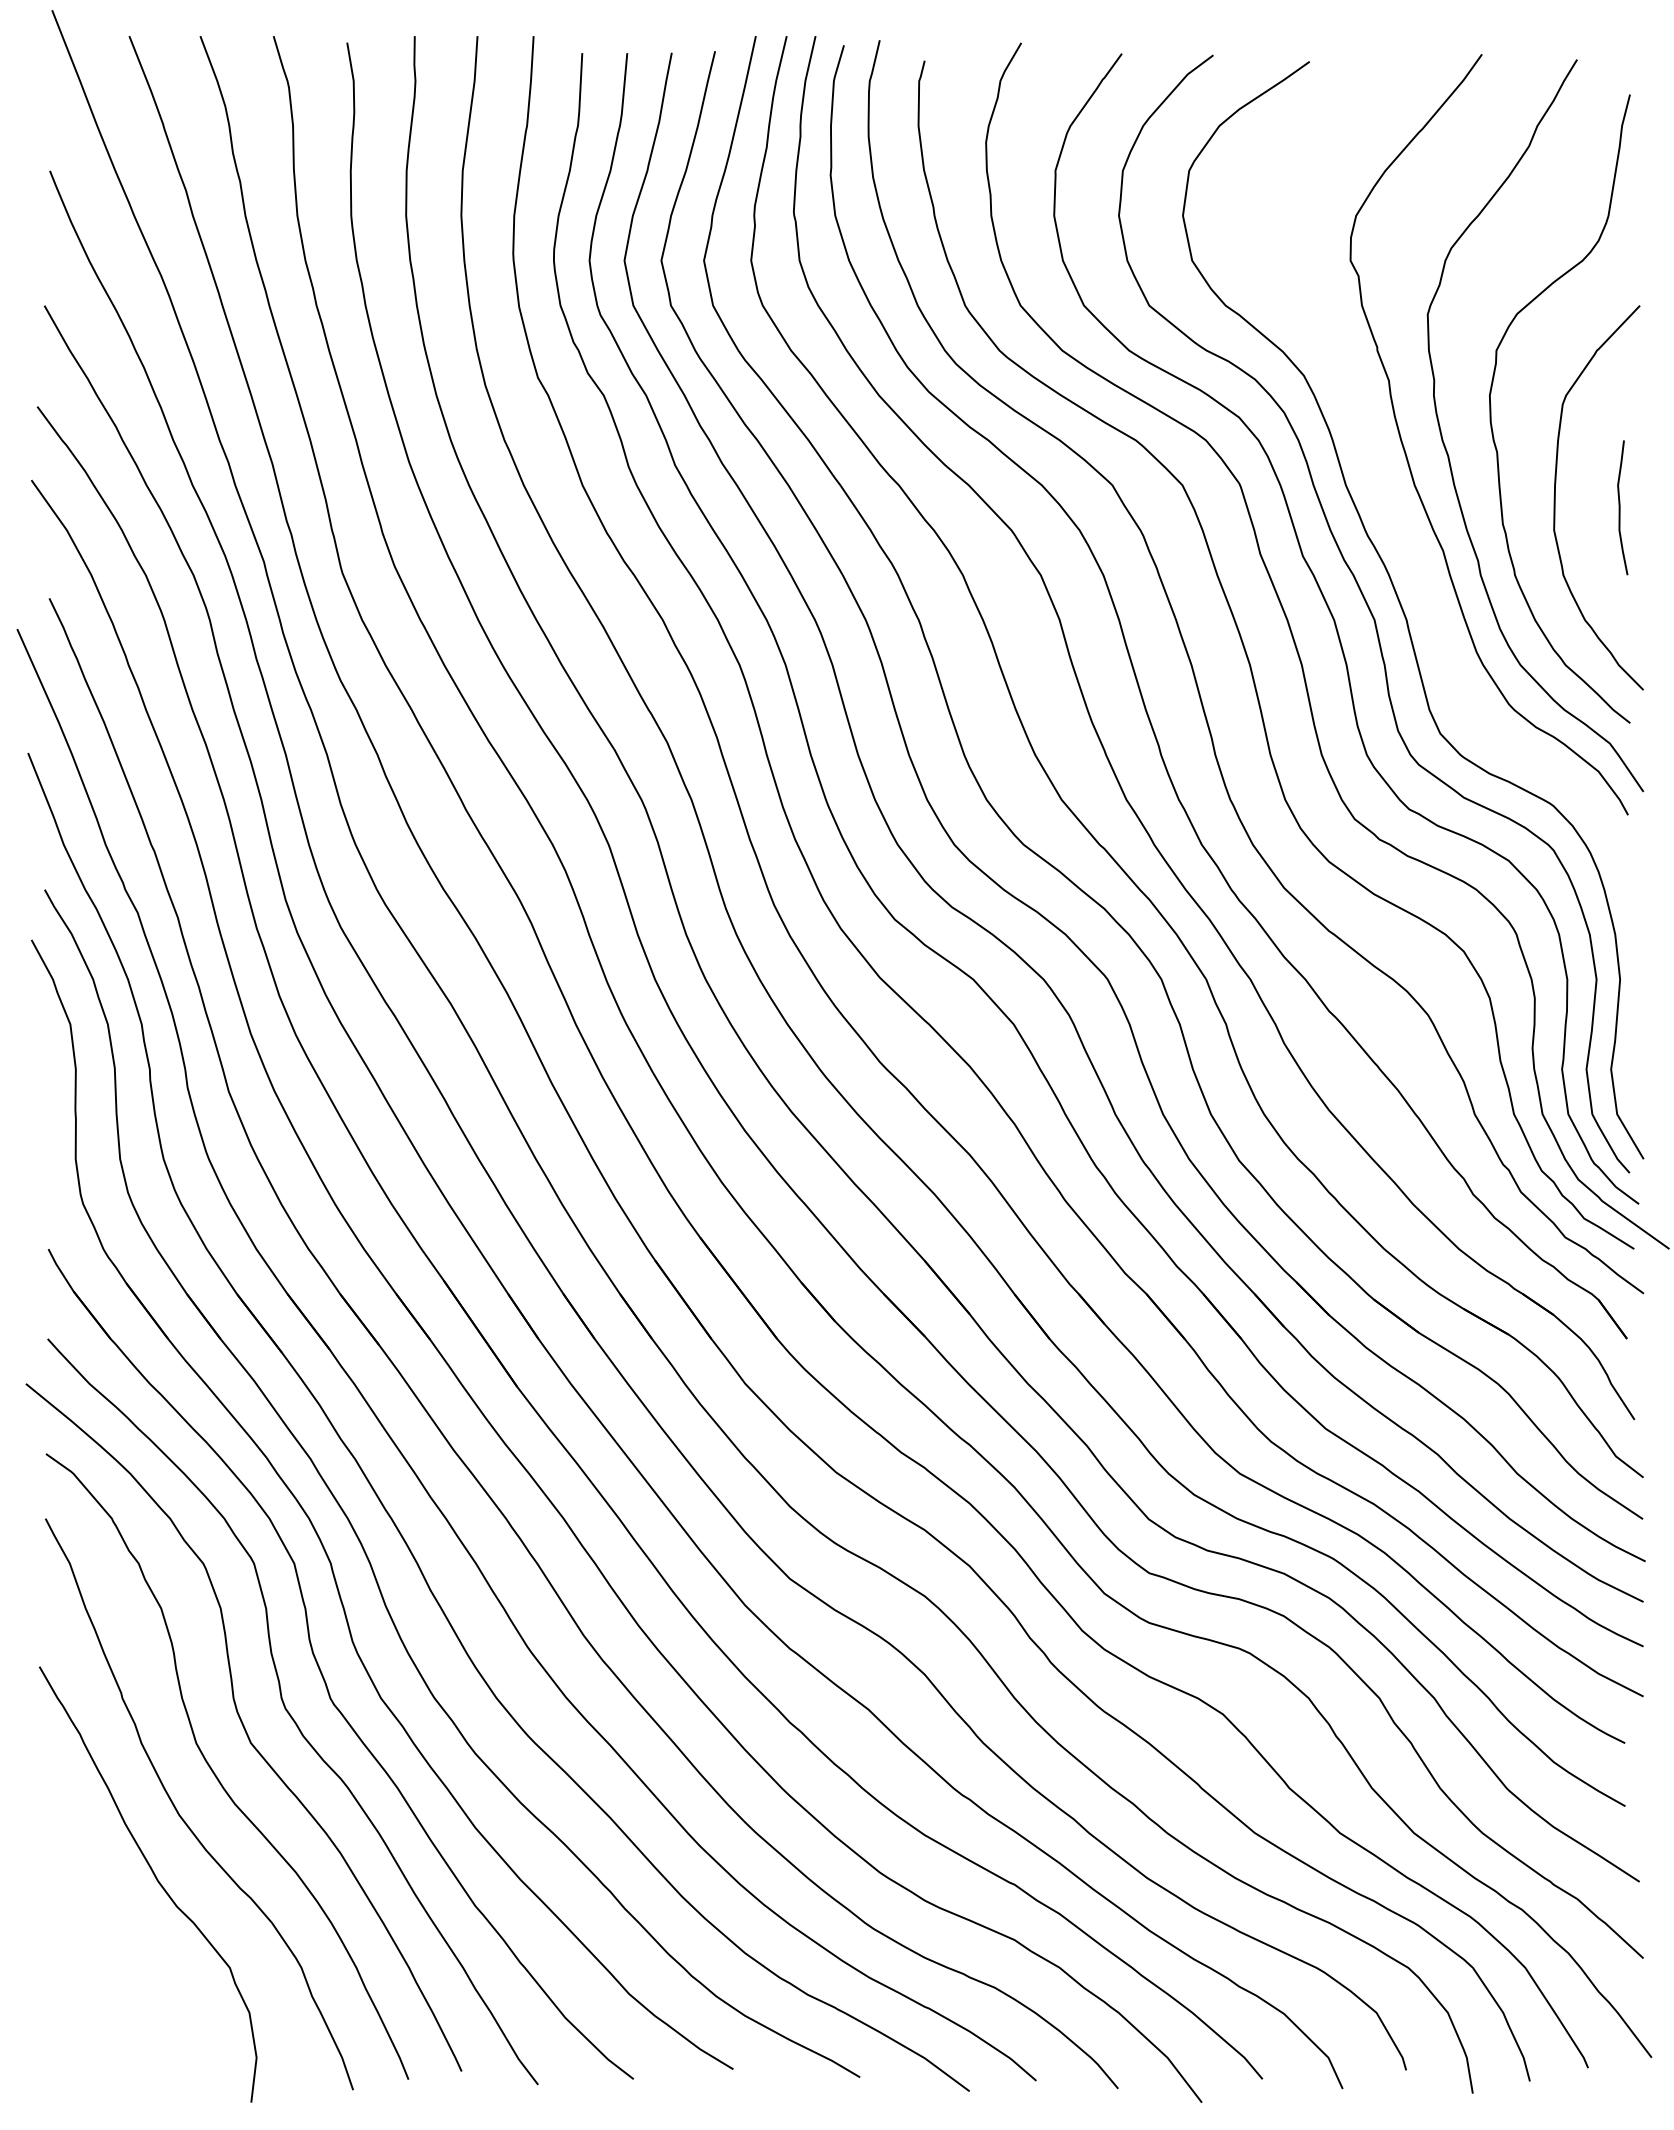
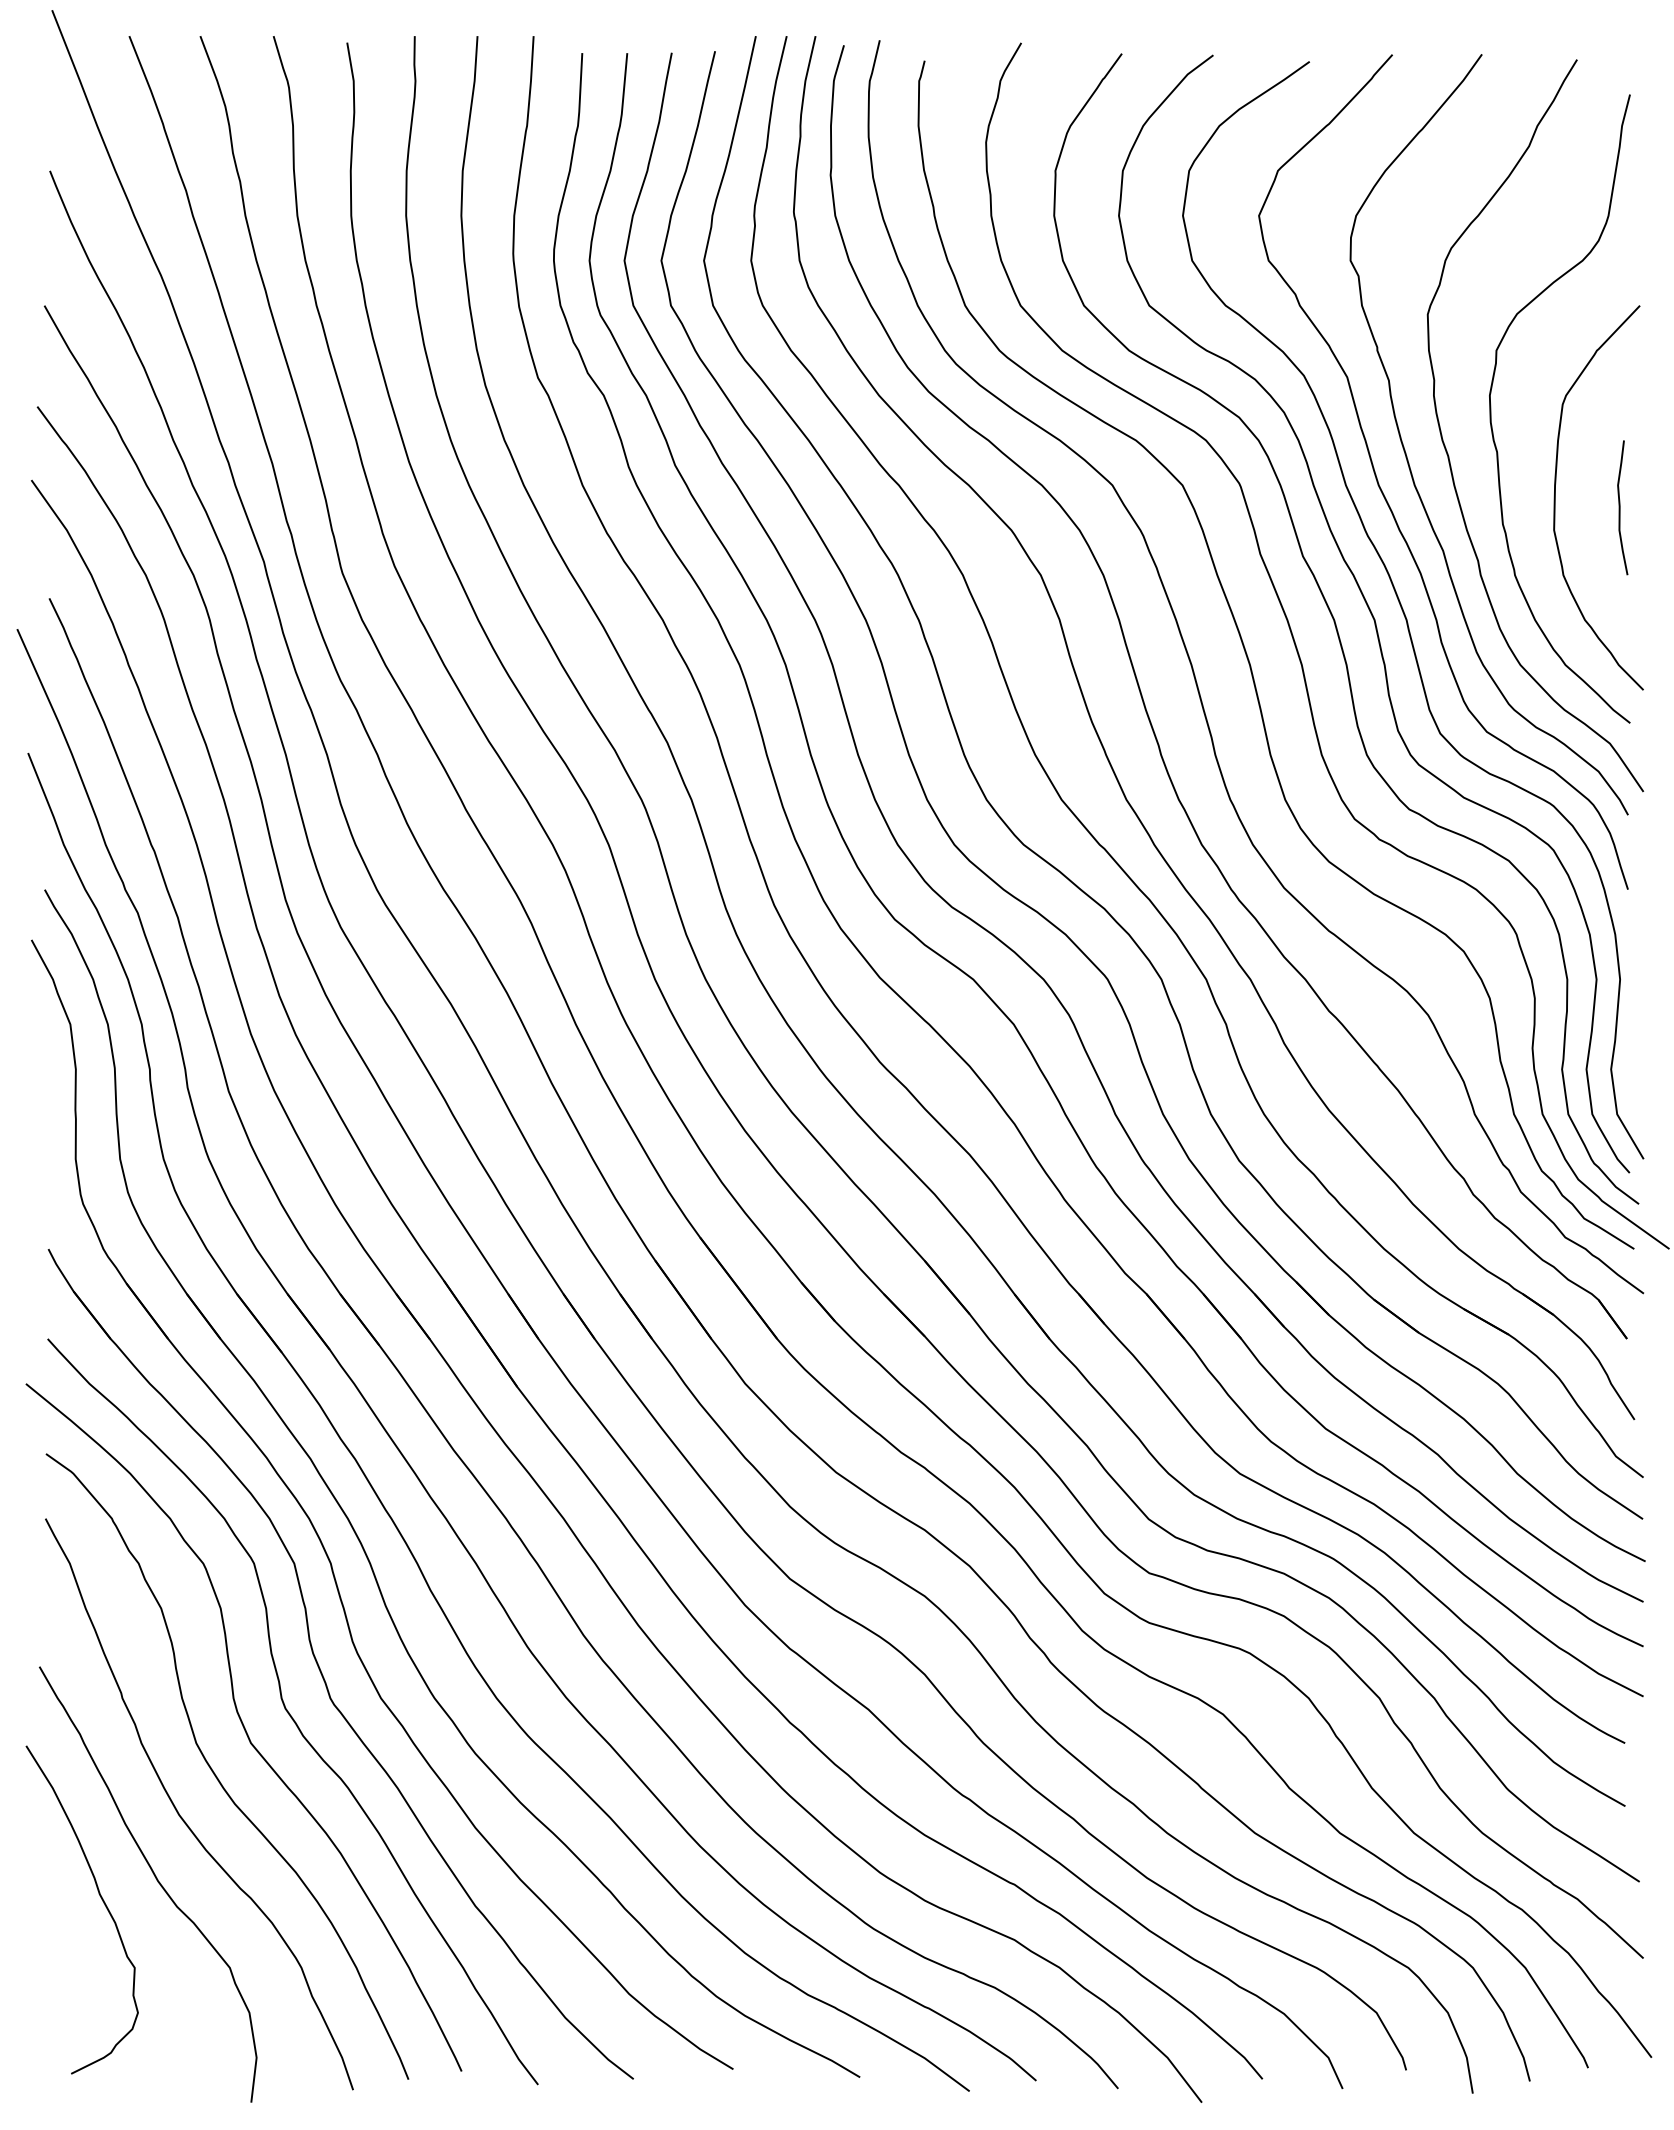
curve at (1387, 500): none -> present
curve at (101, 1899): none -> present
